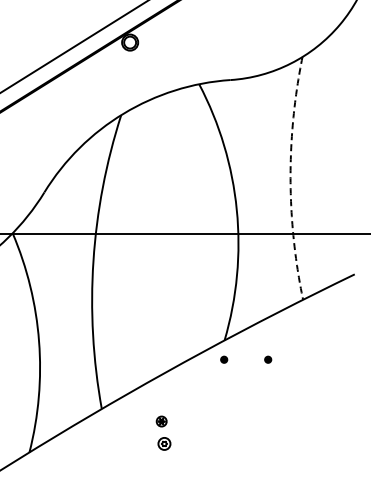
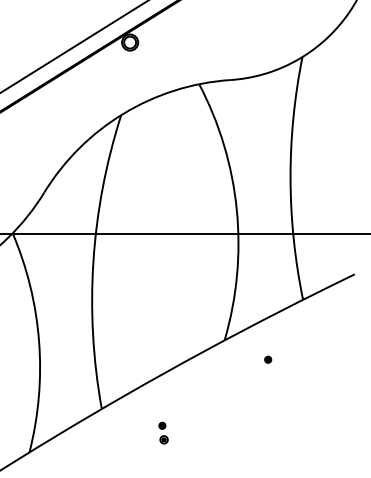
arc at (290, 178): dashed -> solid
part at (224, 359): present -> none
part at (163, 432) size: 17x36 px -> 11x24 px
